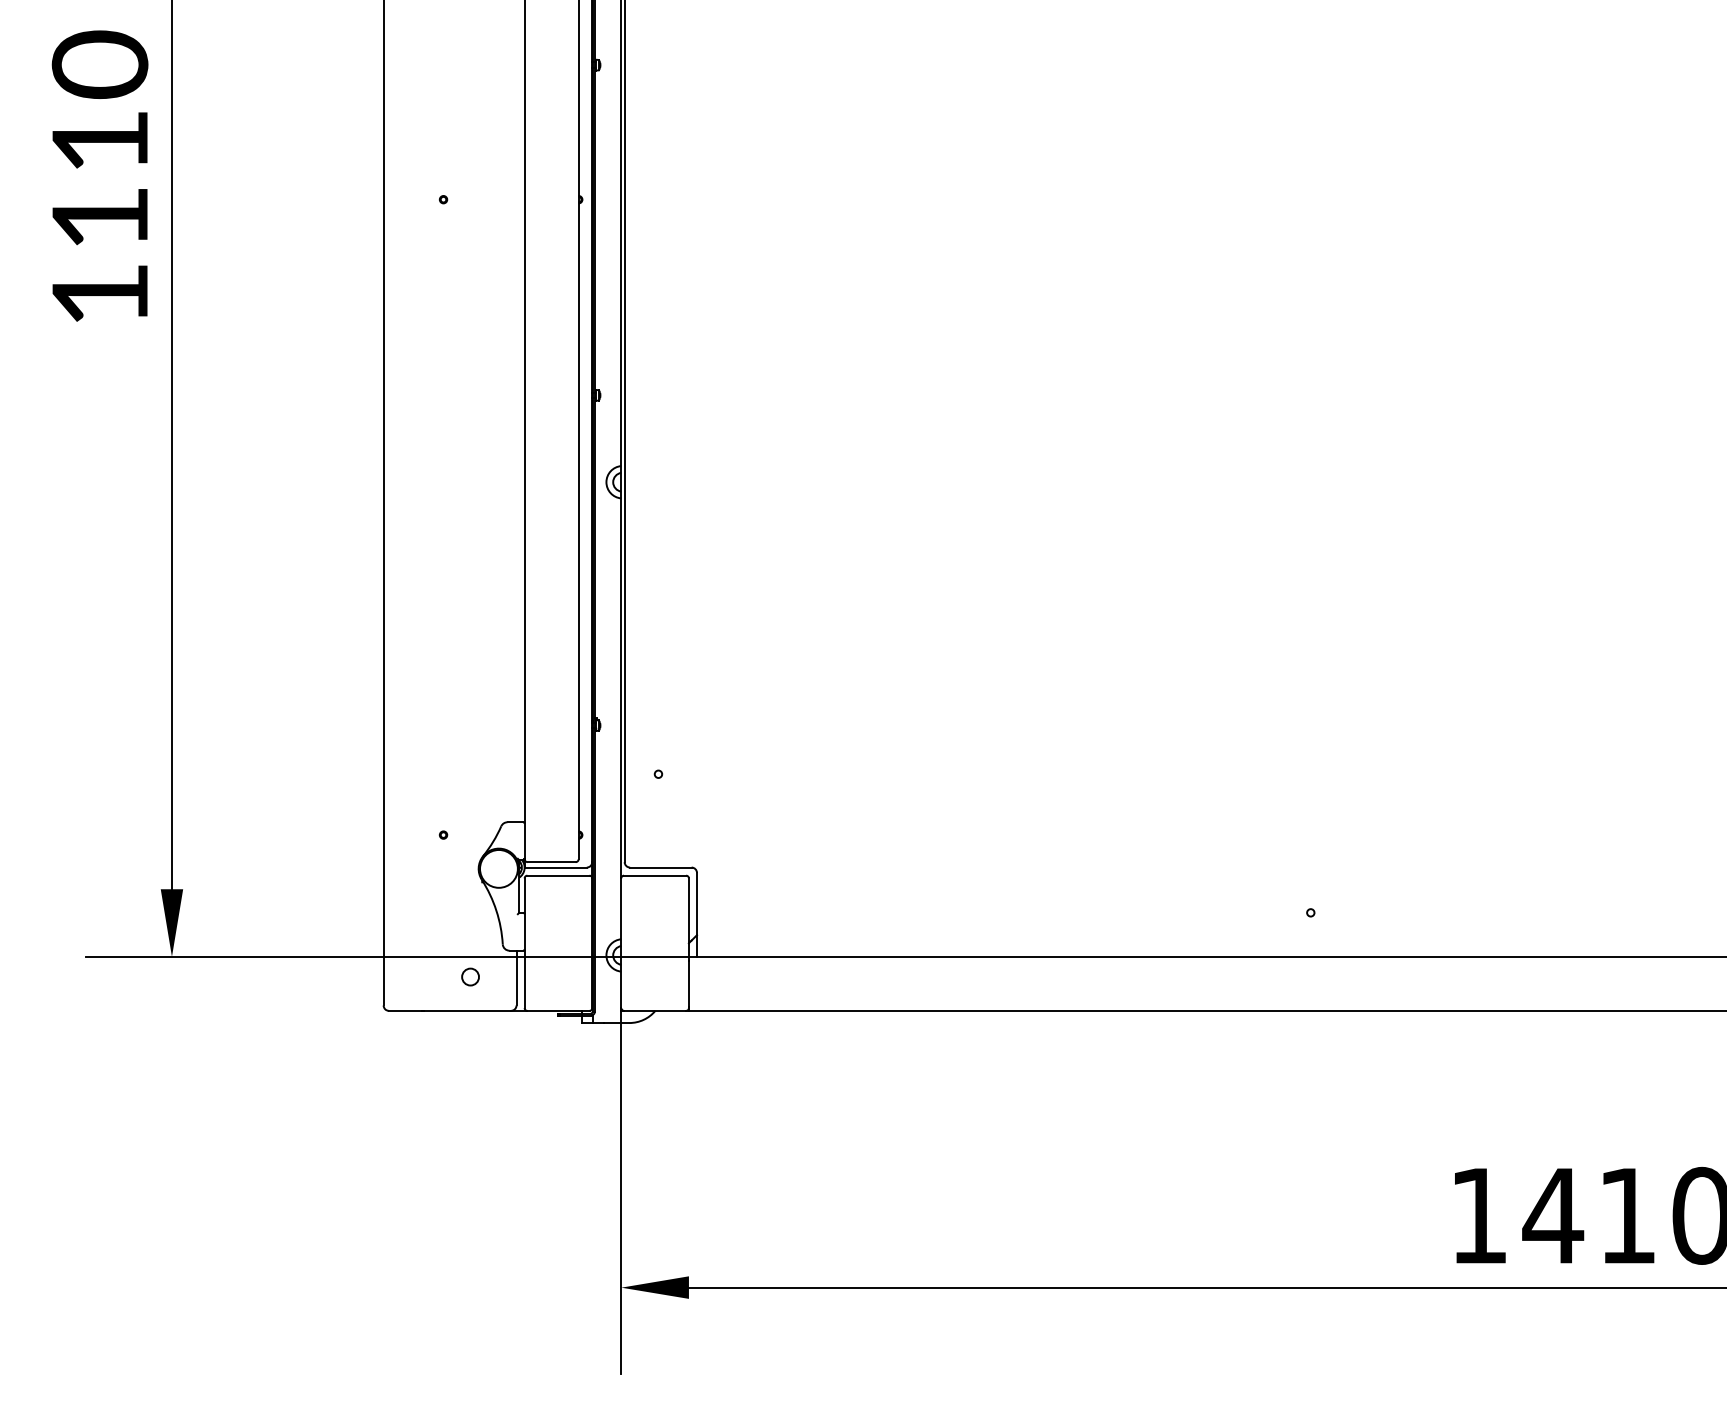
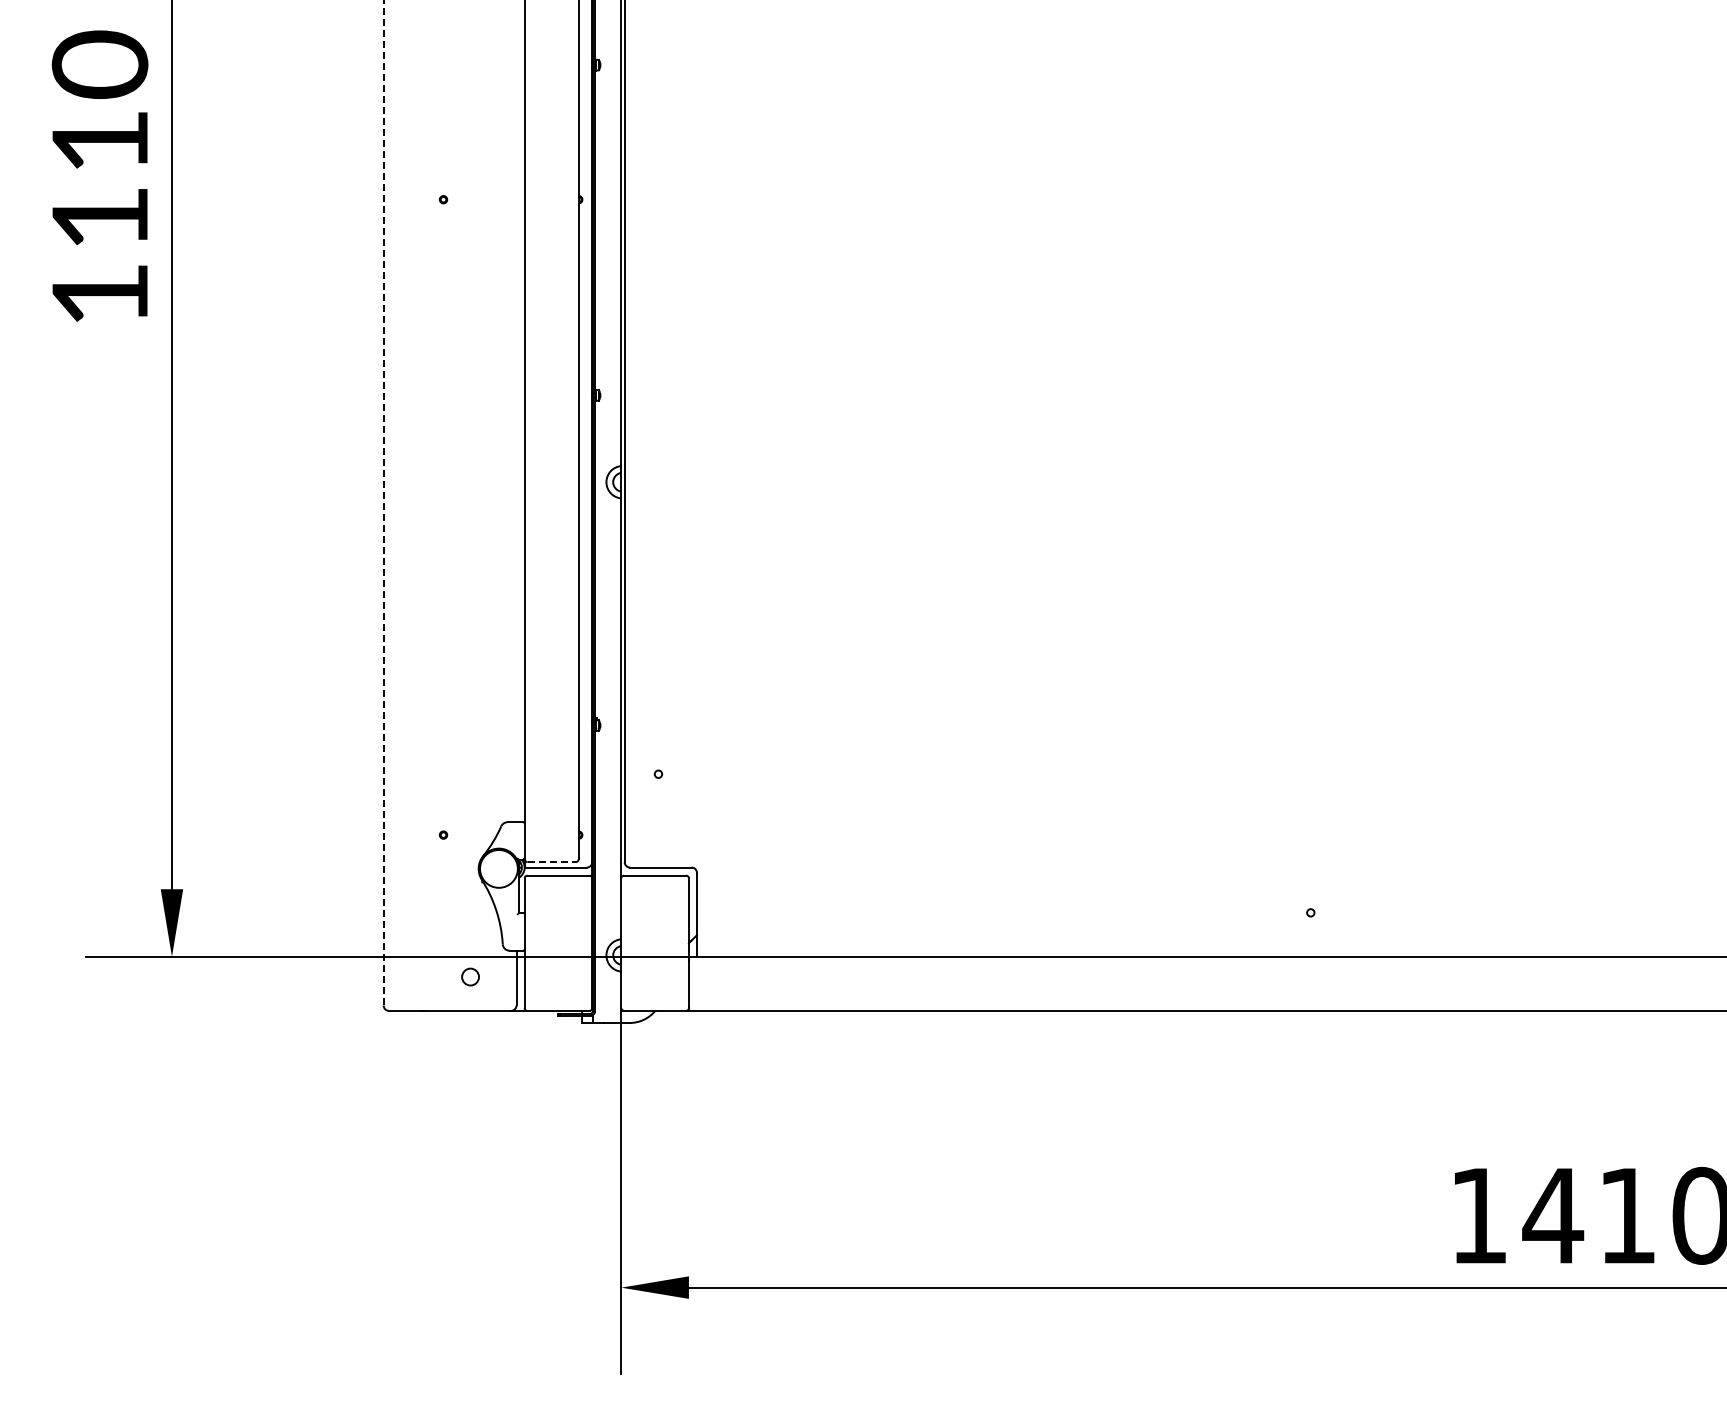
line at (383, 502): solid -> dashed
line at (551, 862): solid -> dashed
